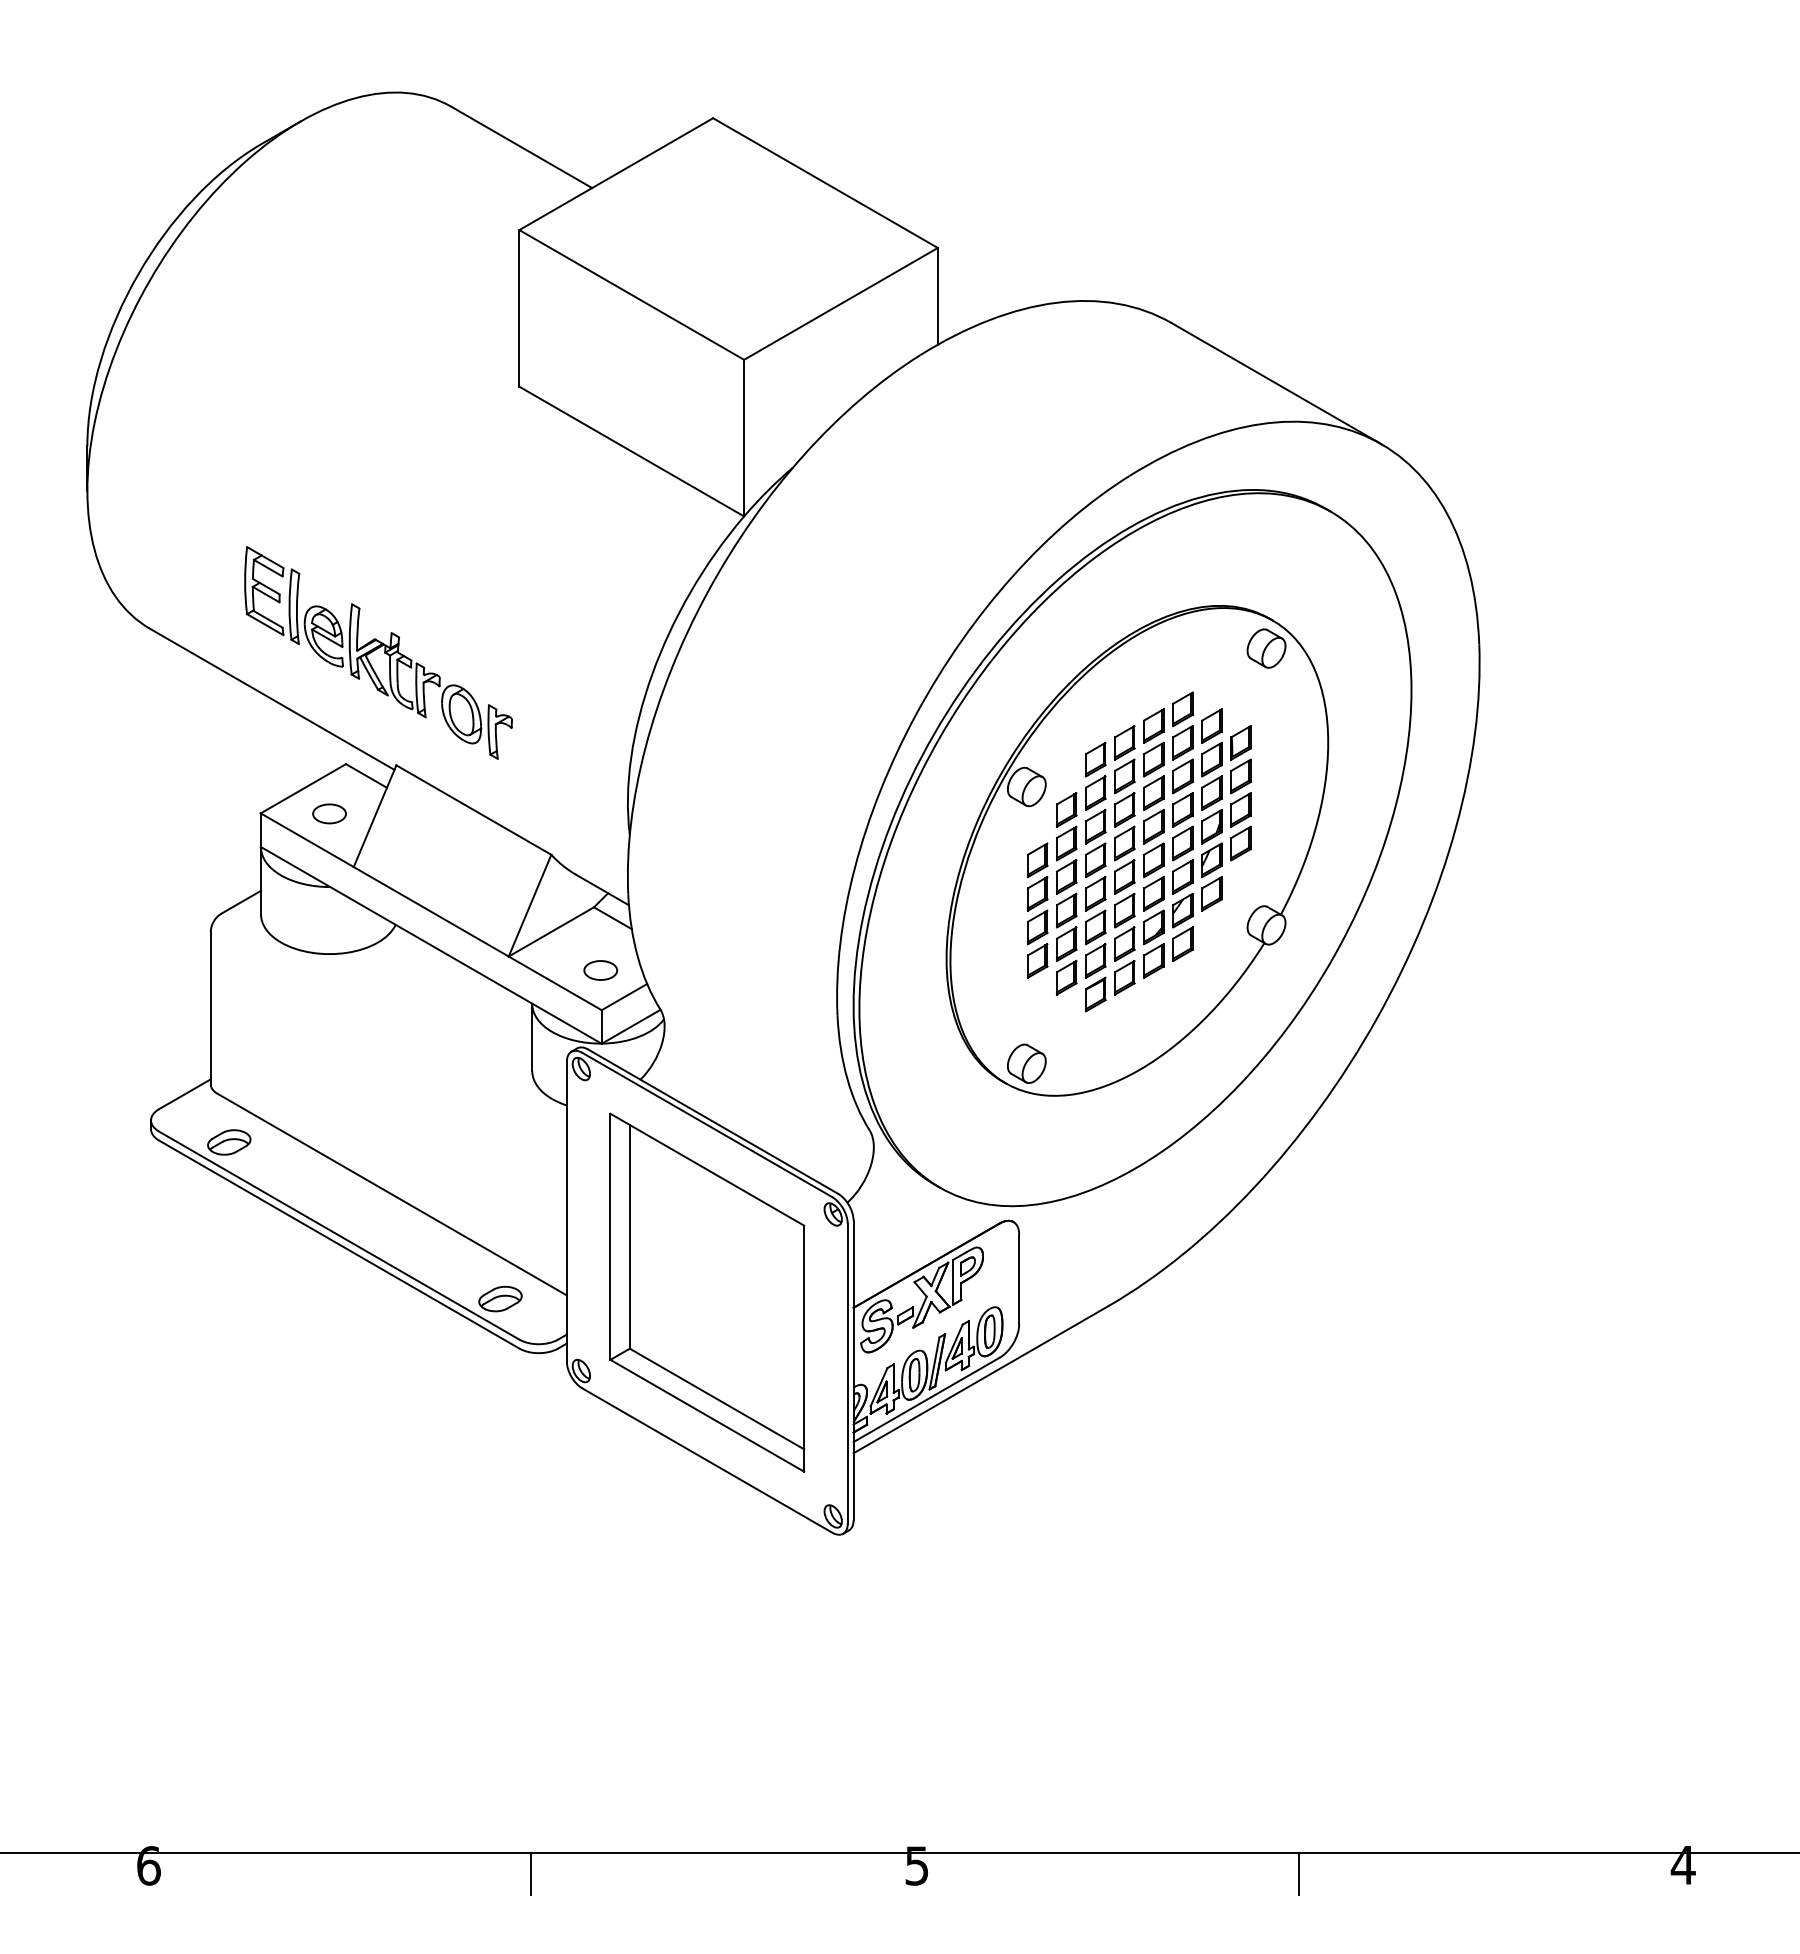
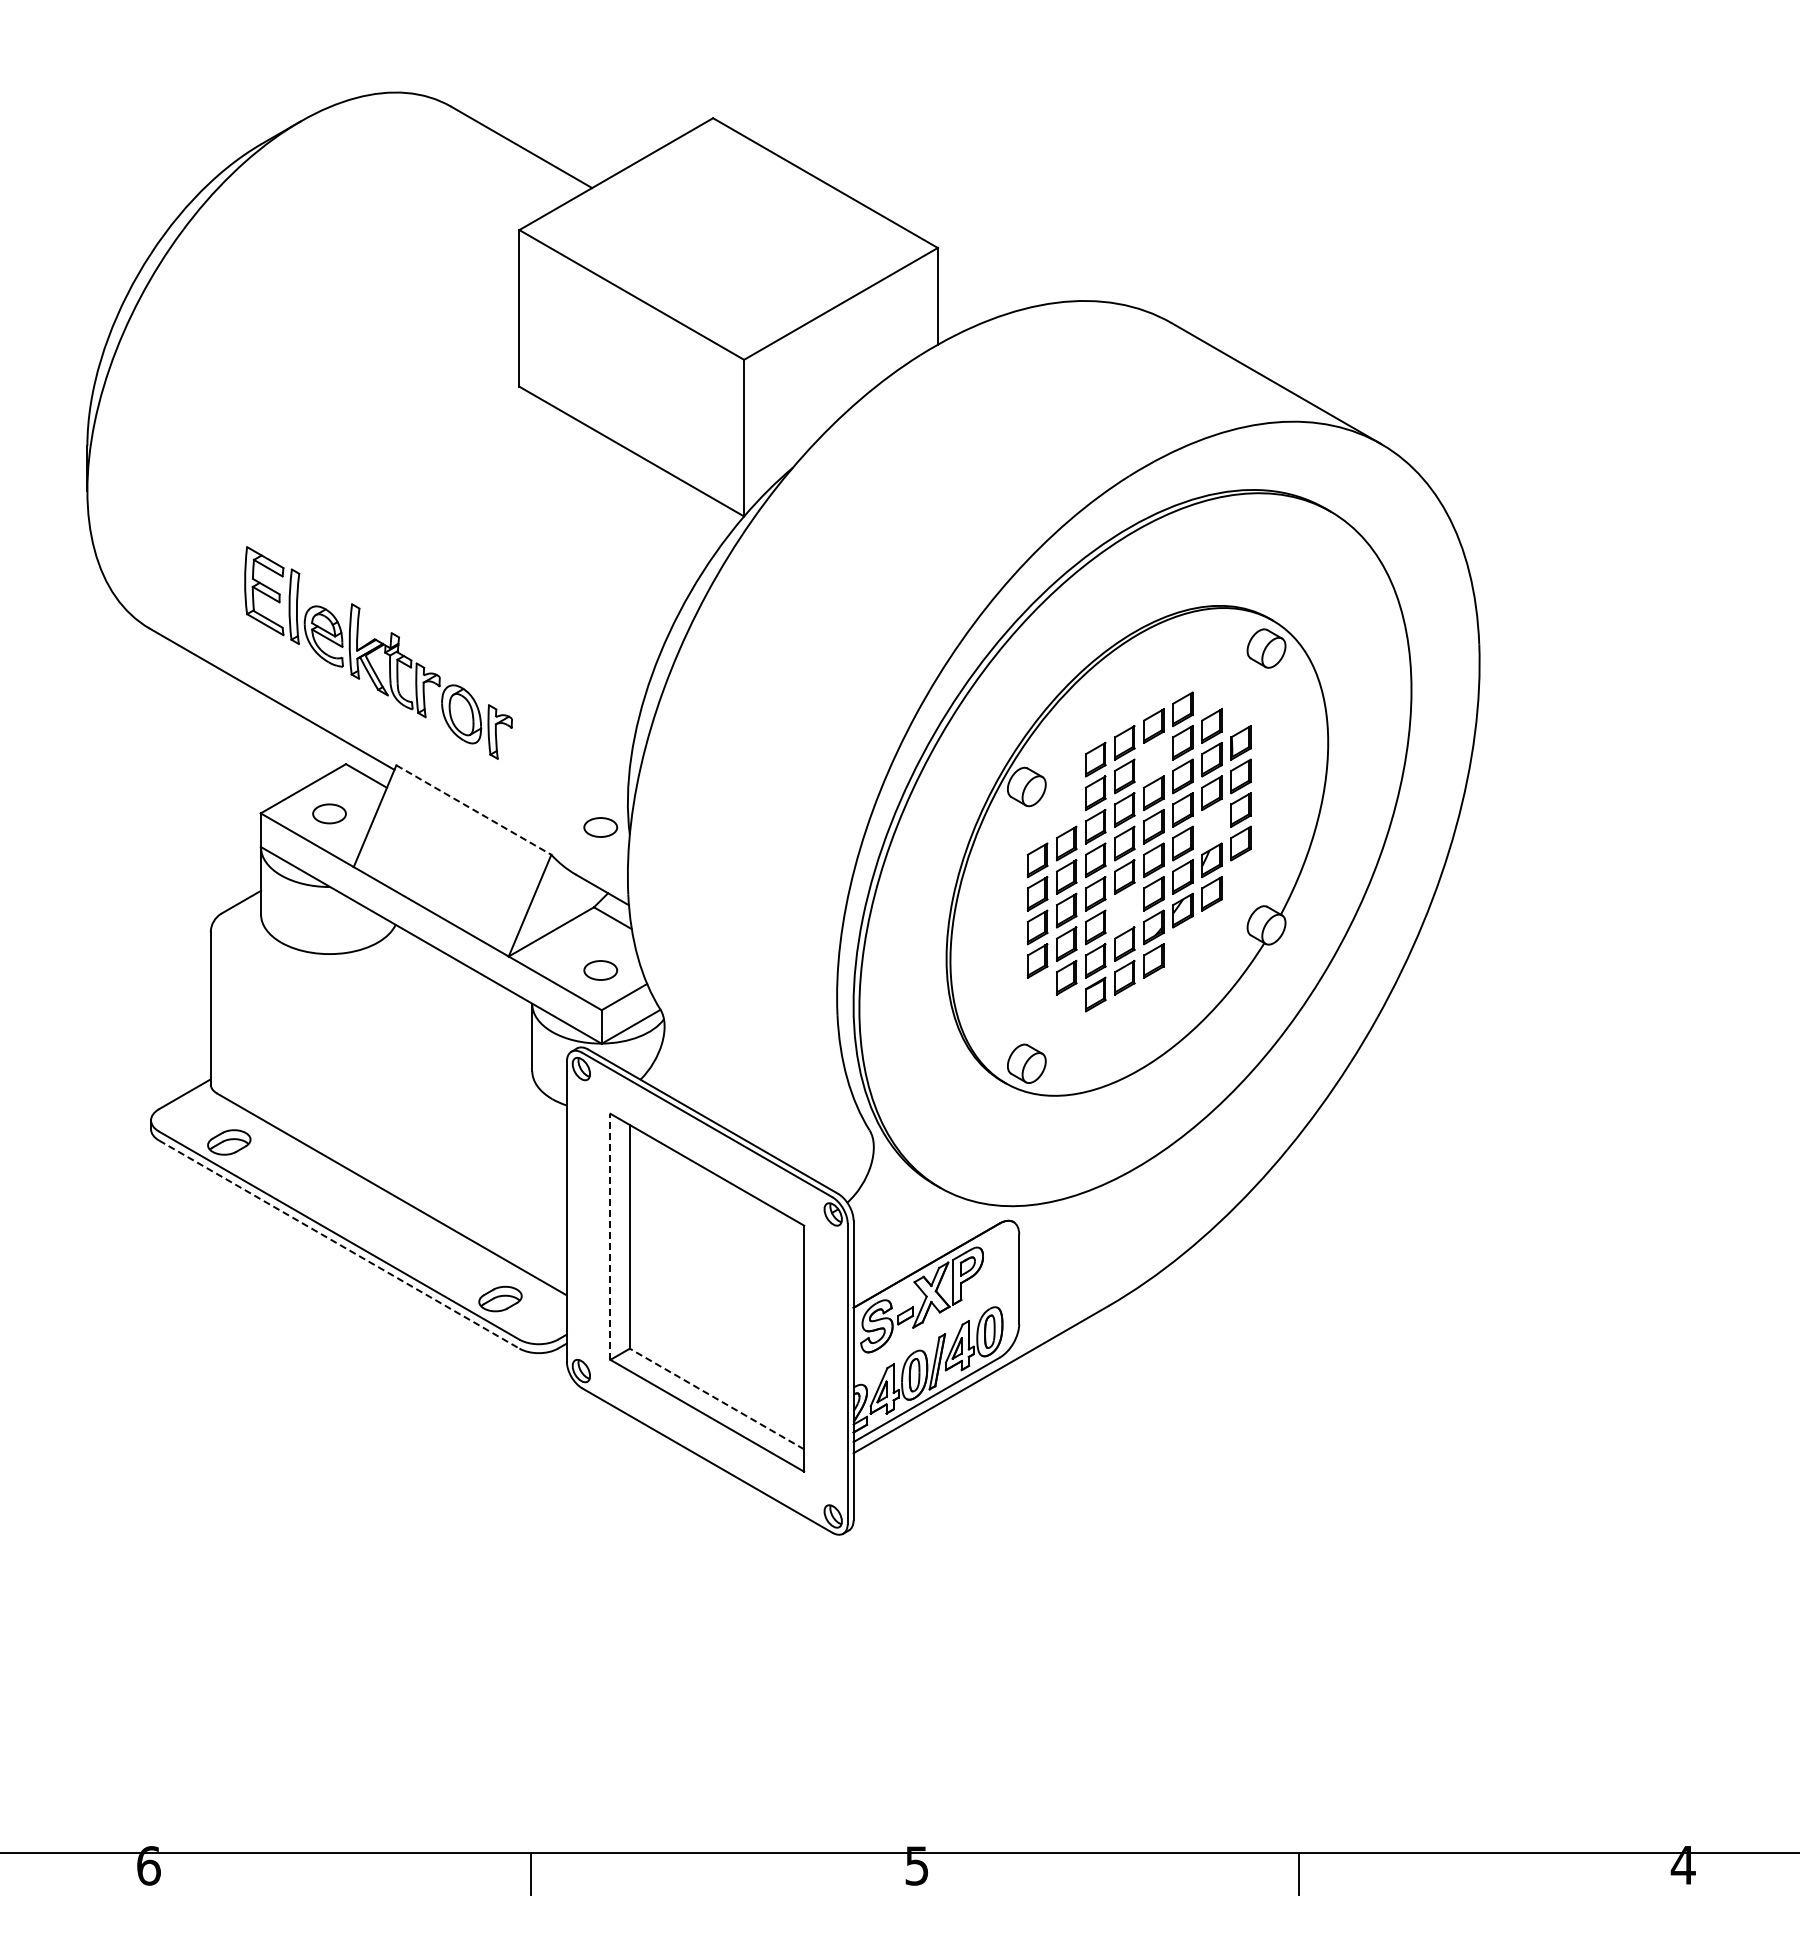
part at (1153, 759): present -> none
part at (1066, 809): present -> none
line at (474, 810): solid -> dashed
part at (1211, 826): present -> none
part at (600, 827): none -> present
part at (1124, 910): present -> none
part at (1182, 943): present -> none
line at (610, 1236): solid -> dashed
line at (339, 1244): solid -> dashed
line at (717, 1399): solid -> dashed
